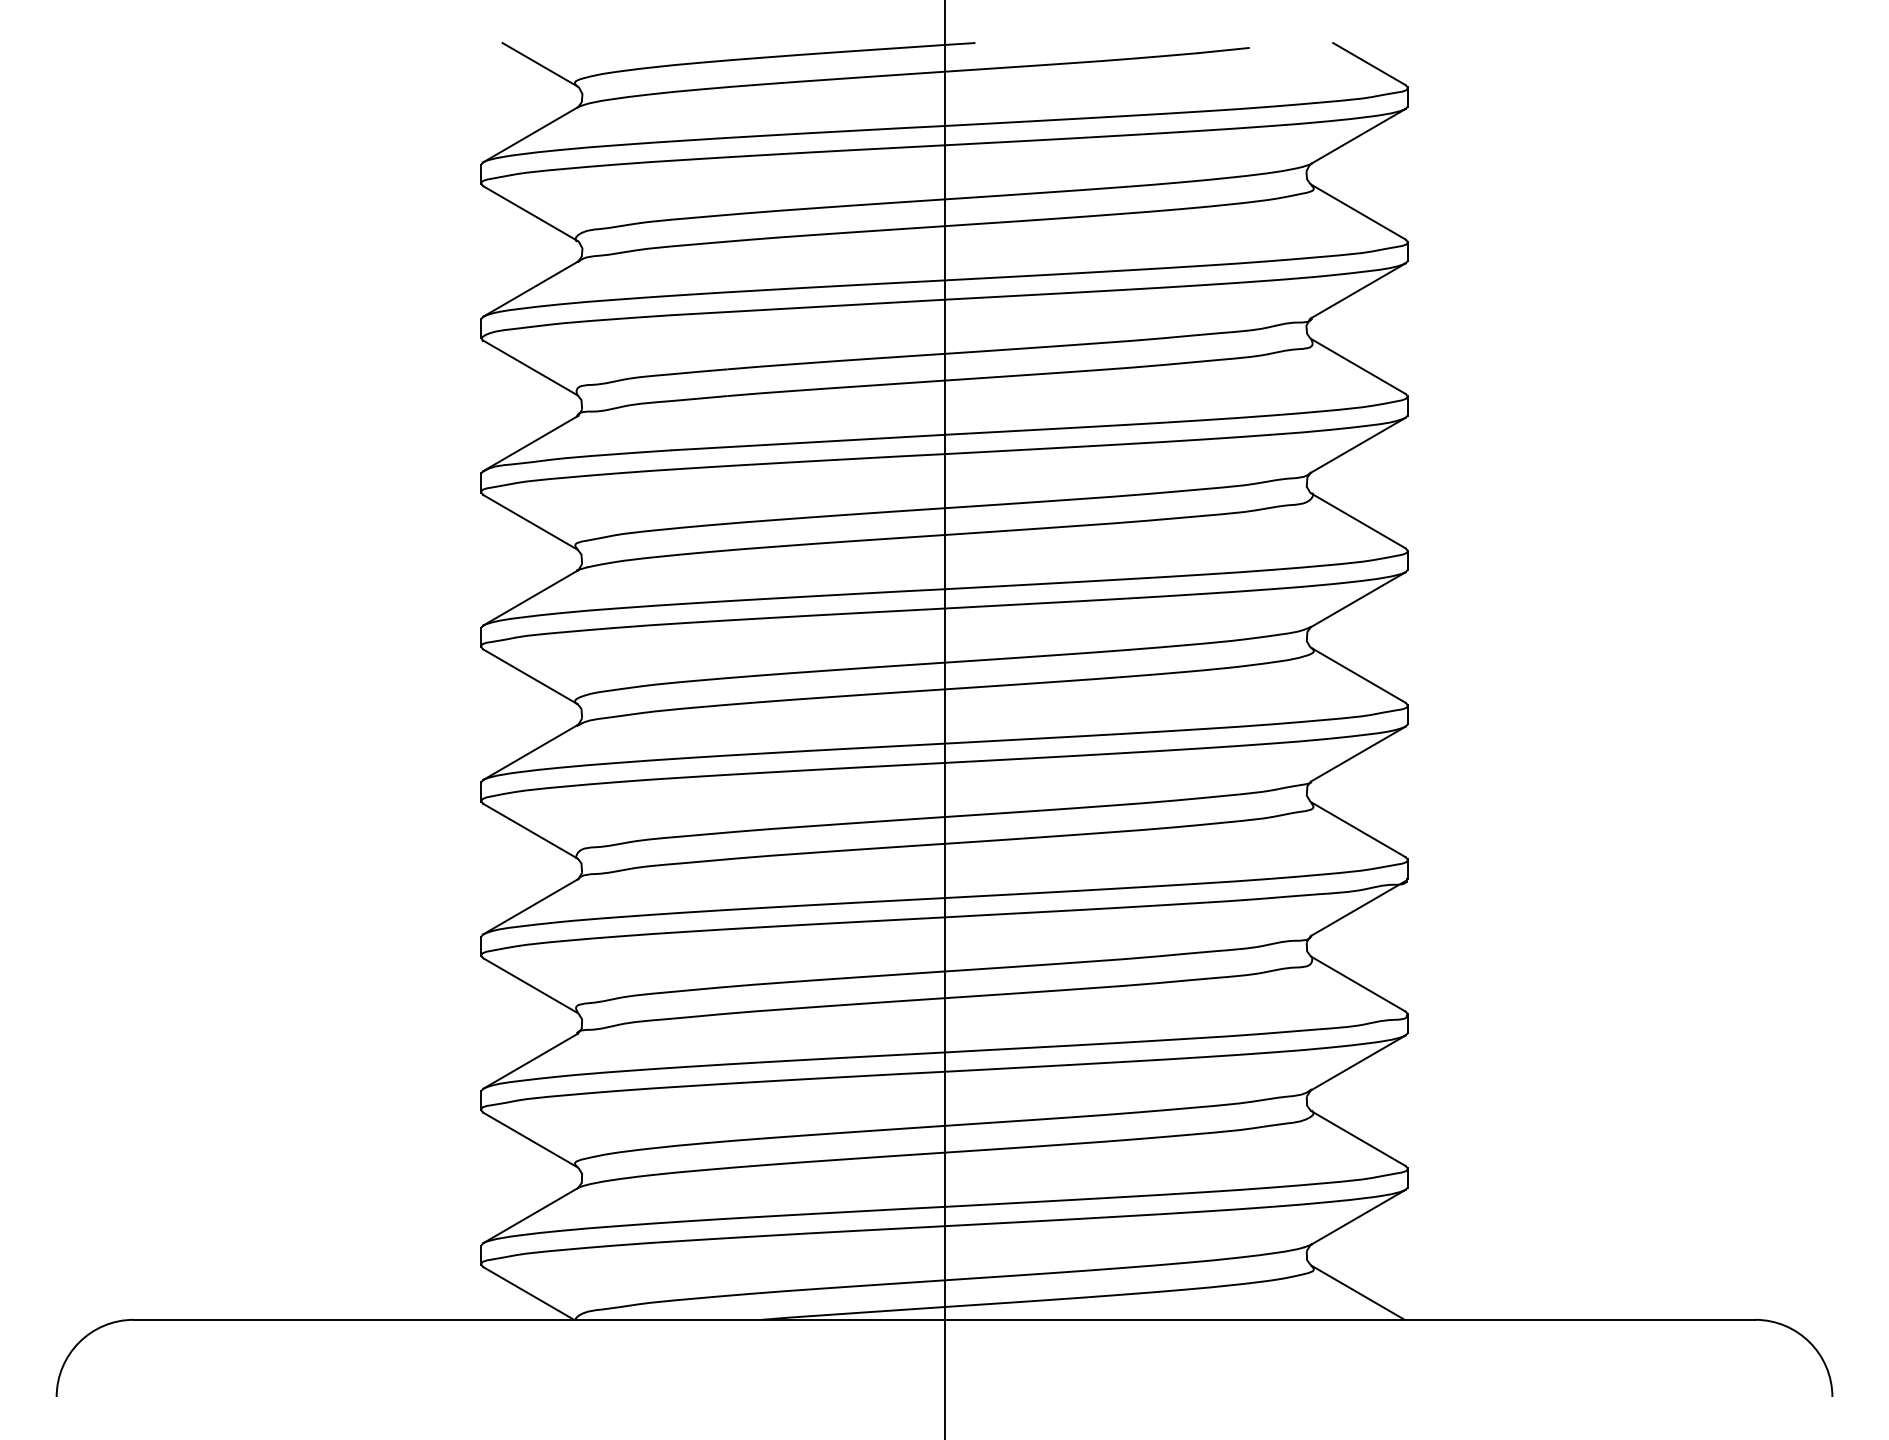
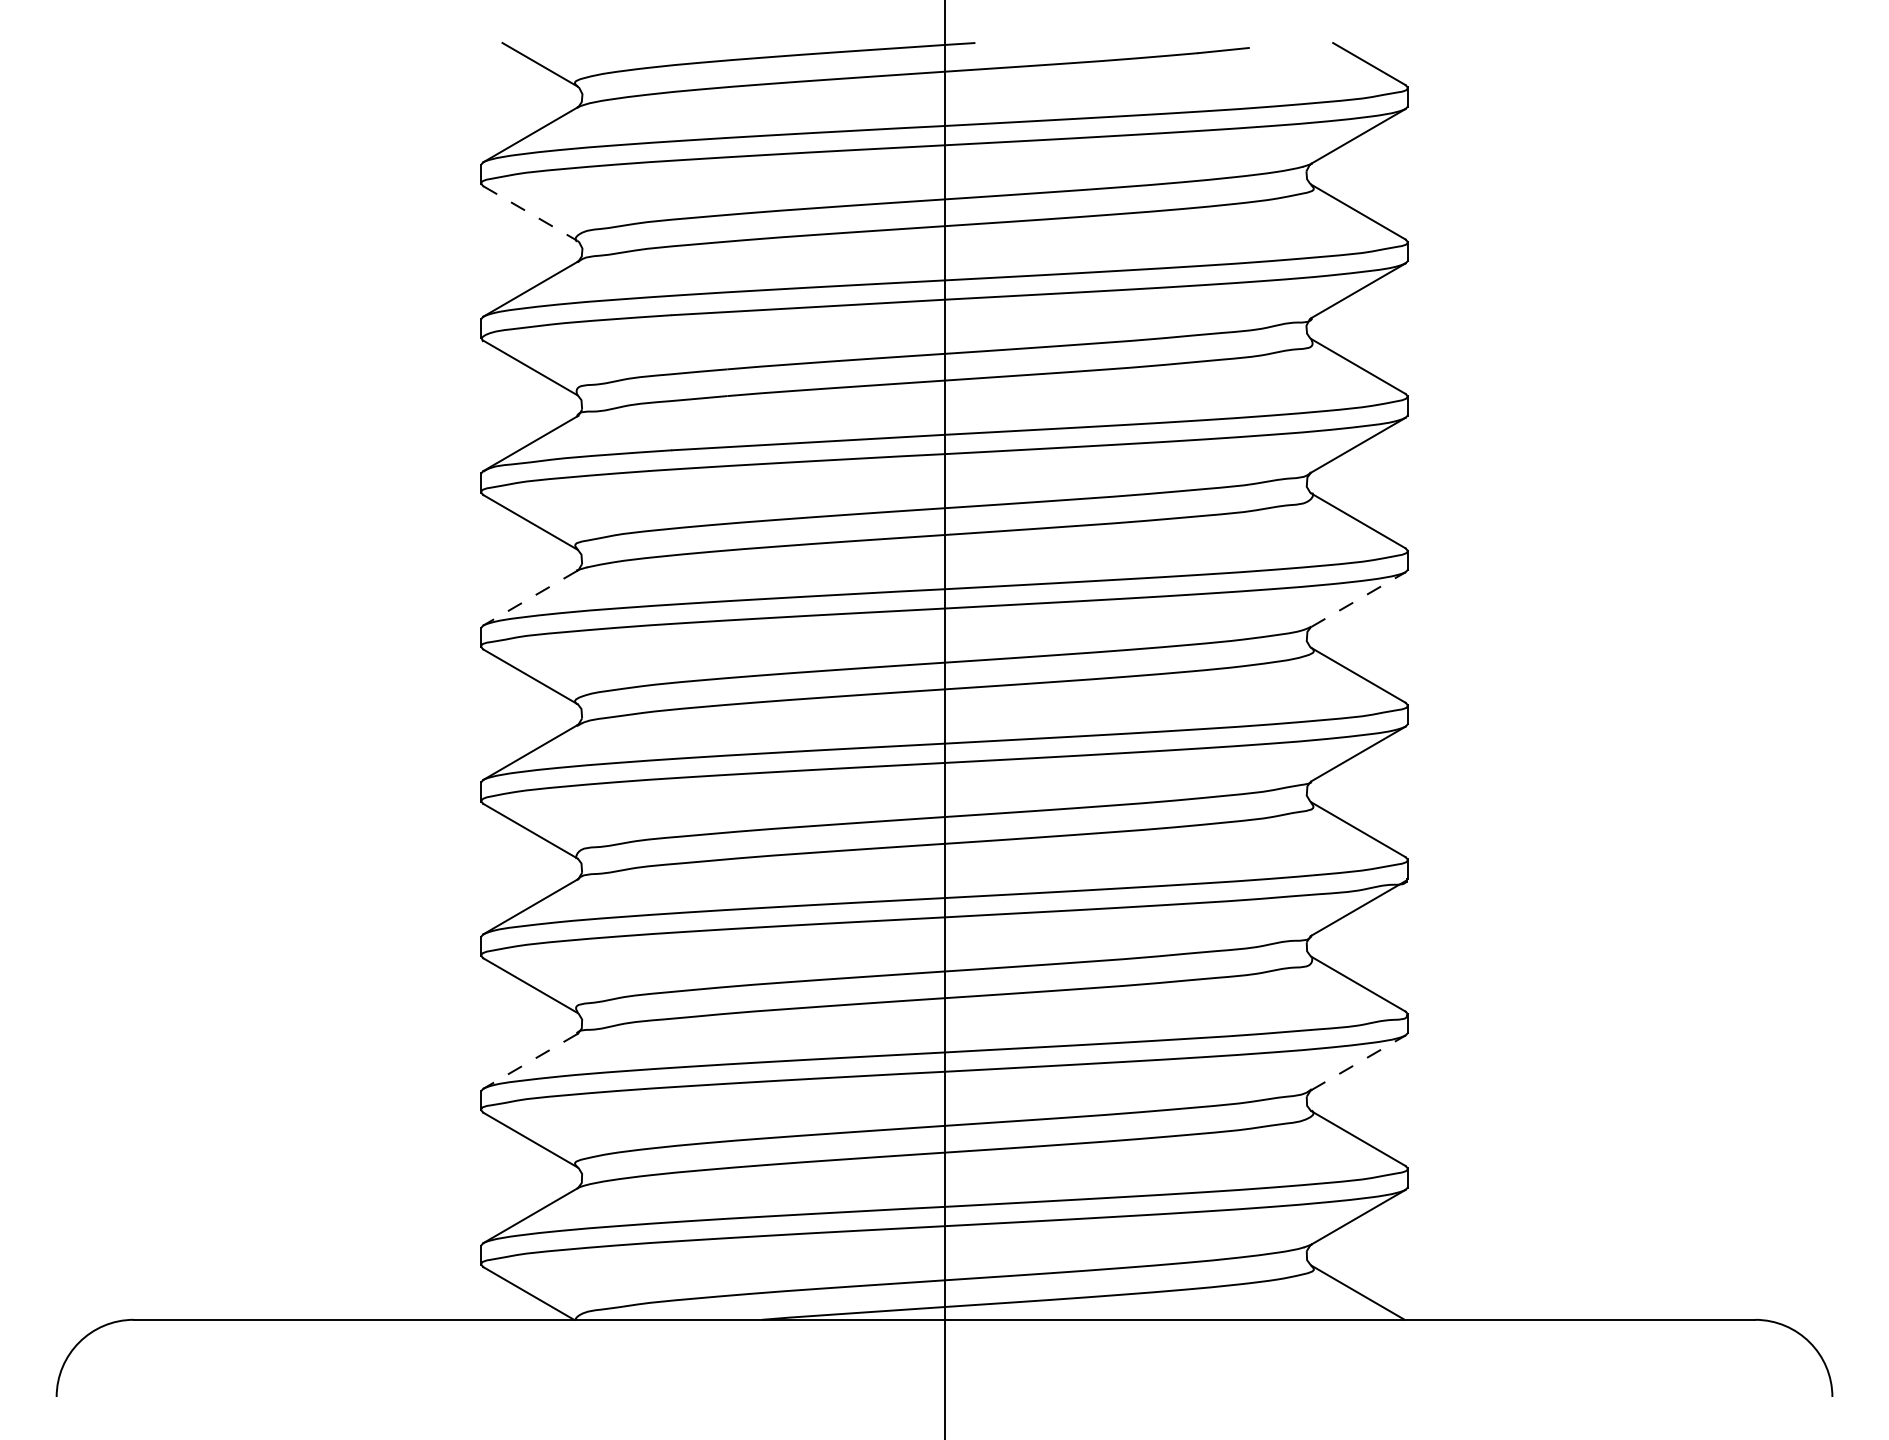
line at (530, 213): solid -> dashed
line at (530, 598): solid -> dashed
line at (1358, 599): solid -> dashed
line at (530, 1061): solid -> dashed
line at (1358, 1062): solid -> dashed
